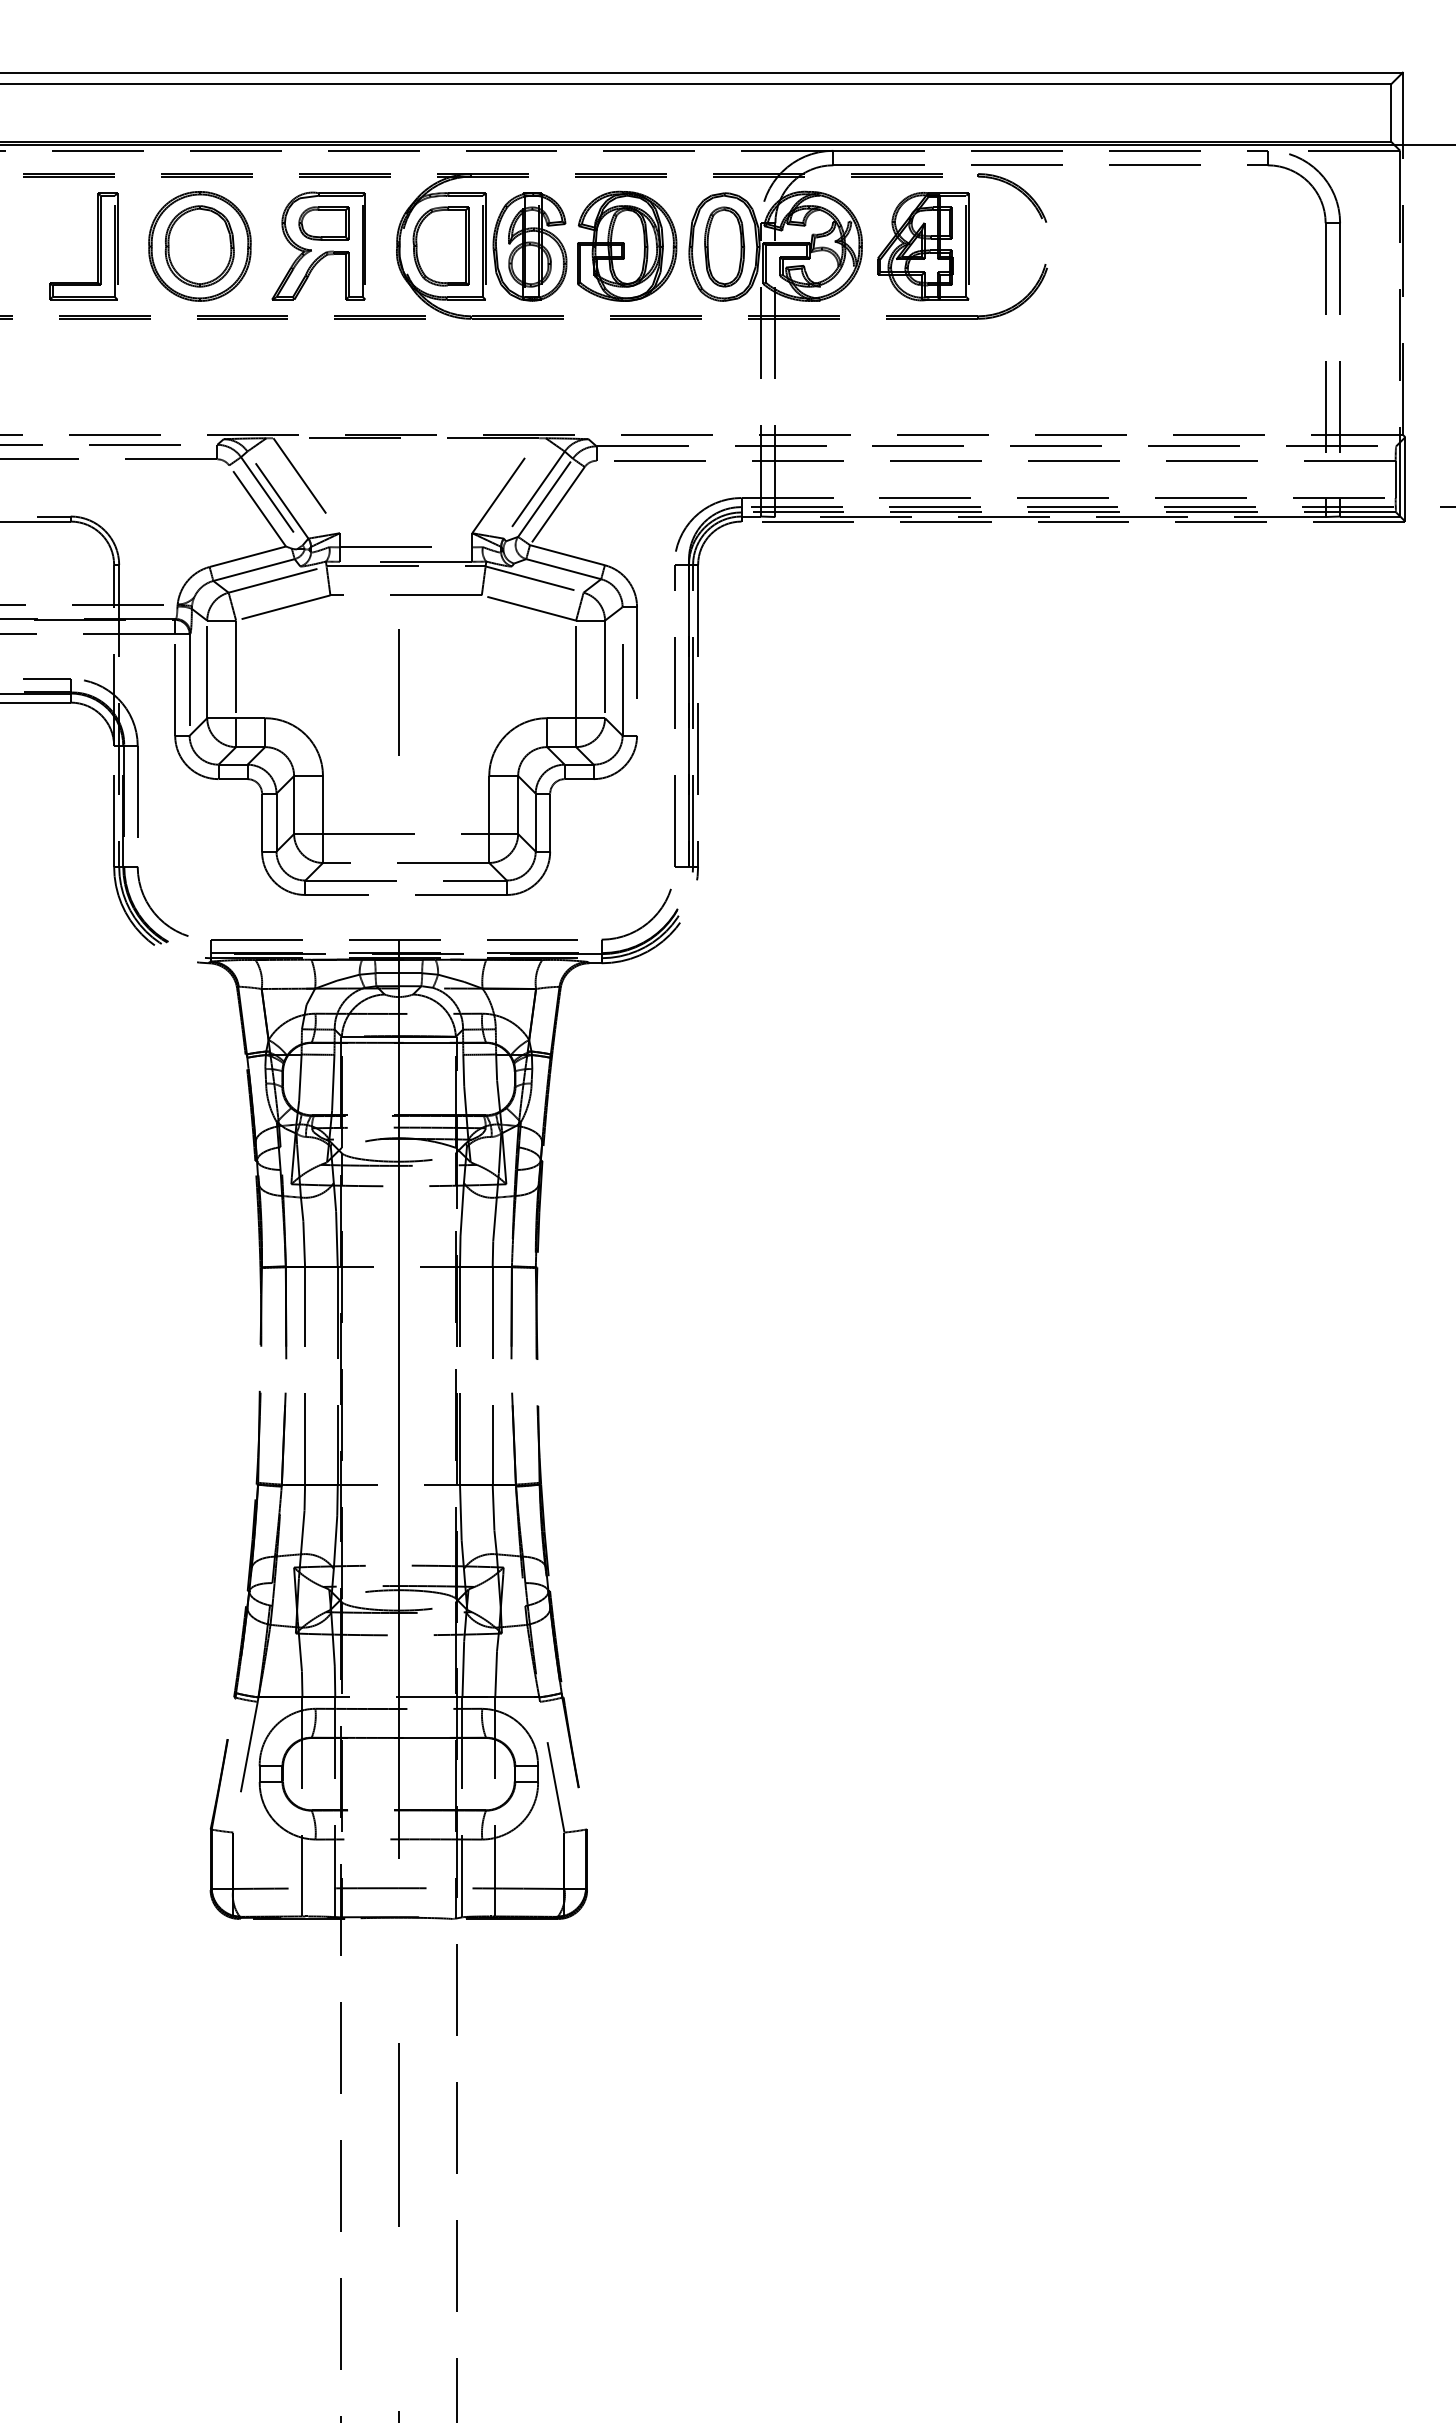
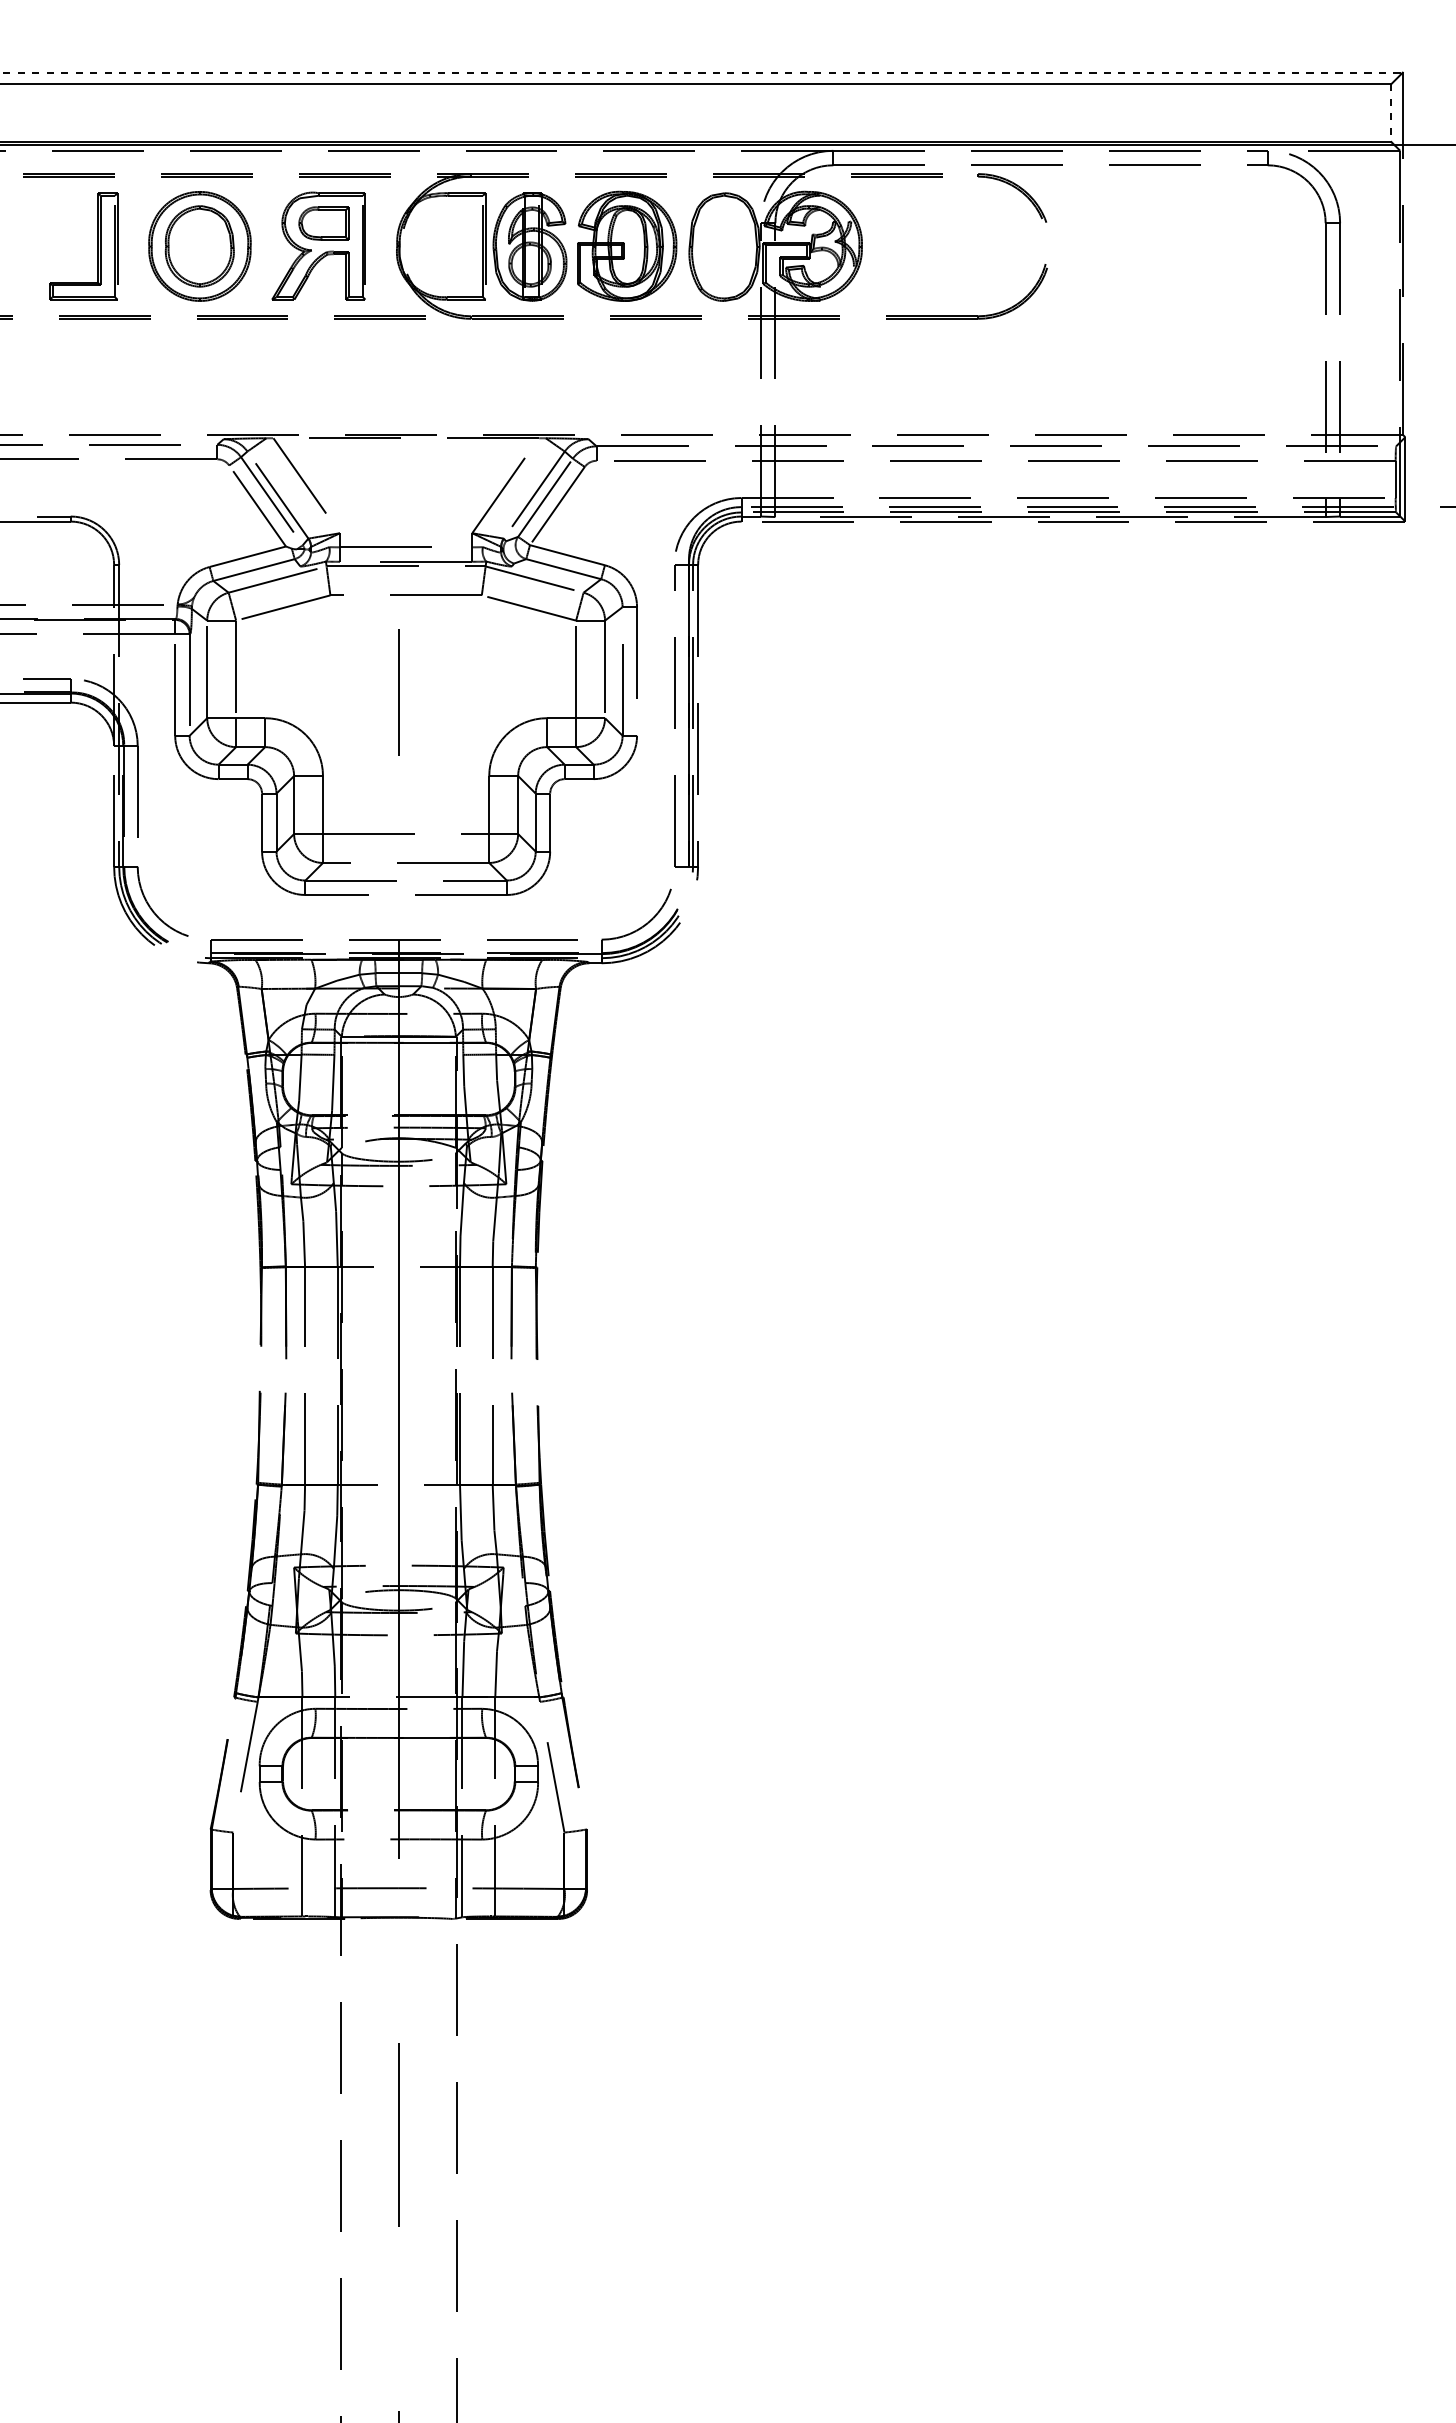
line at (702, 72): solid -> dashed
line at (1391, 113): solid -> dashed
part at (440, 246): present -> none
part at (724, 246): present -> none
part at (923, 246): present -> none
